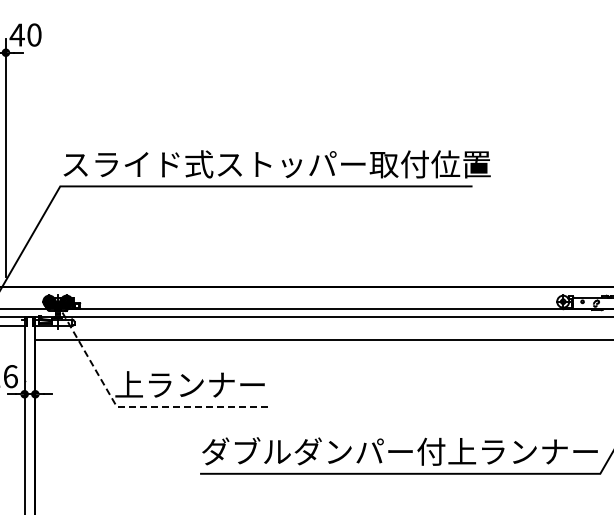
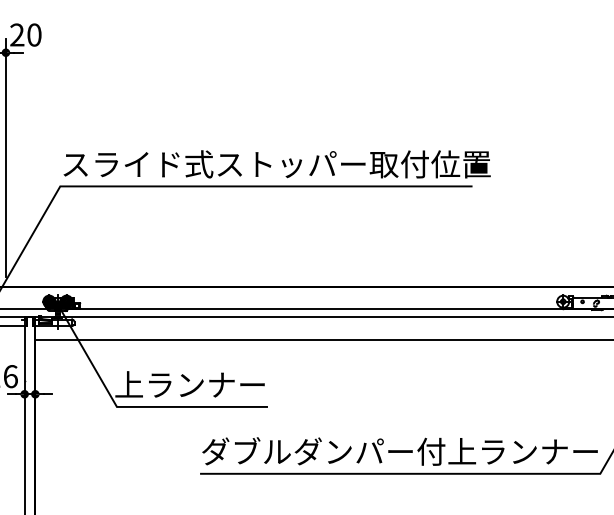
text at (16, 34): 40 -> 20
line at (132, 406): dashed -> solid
